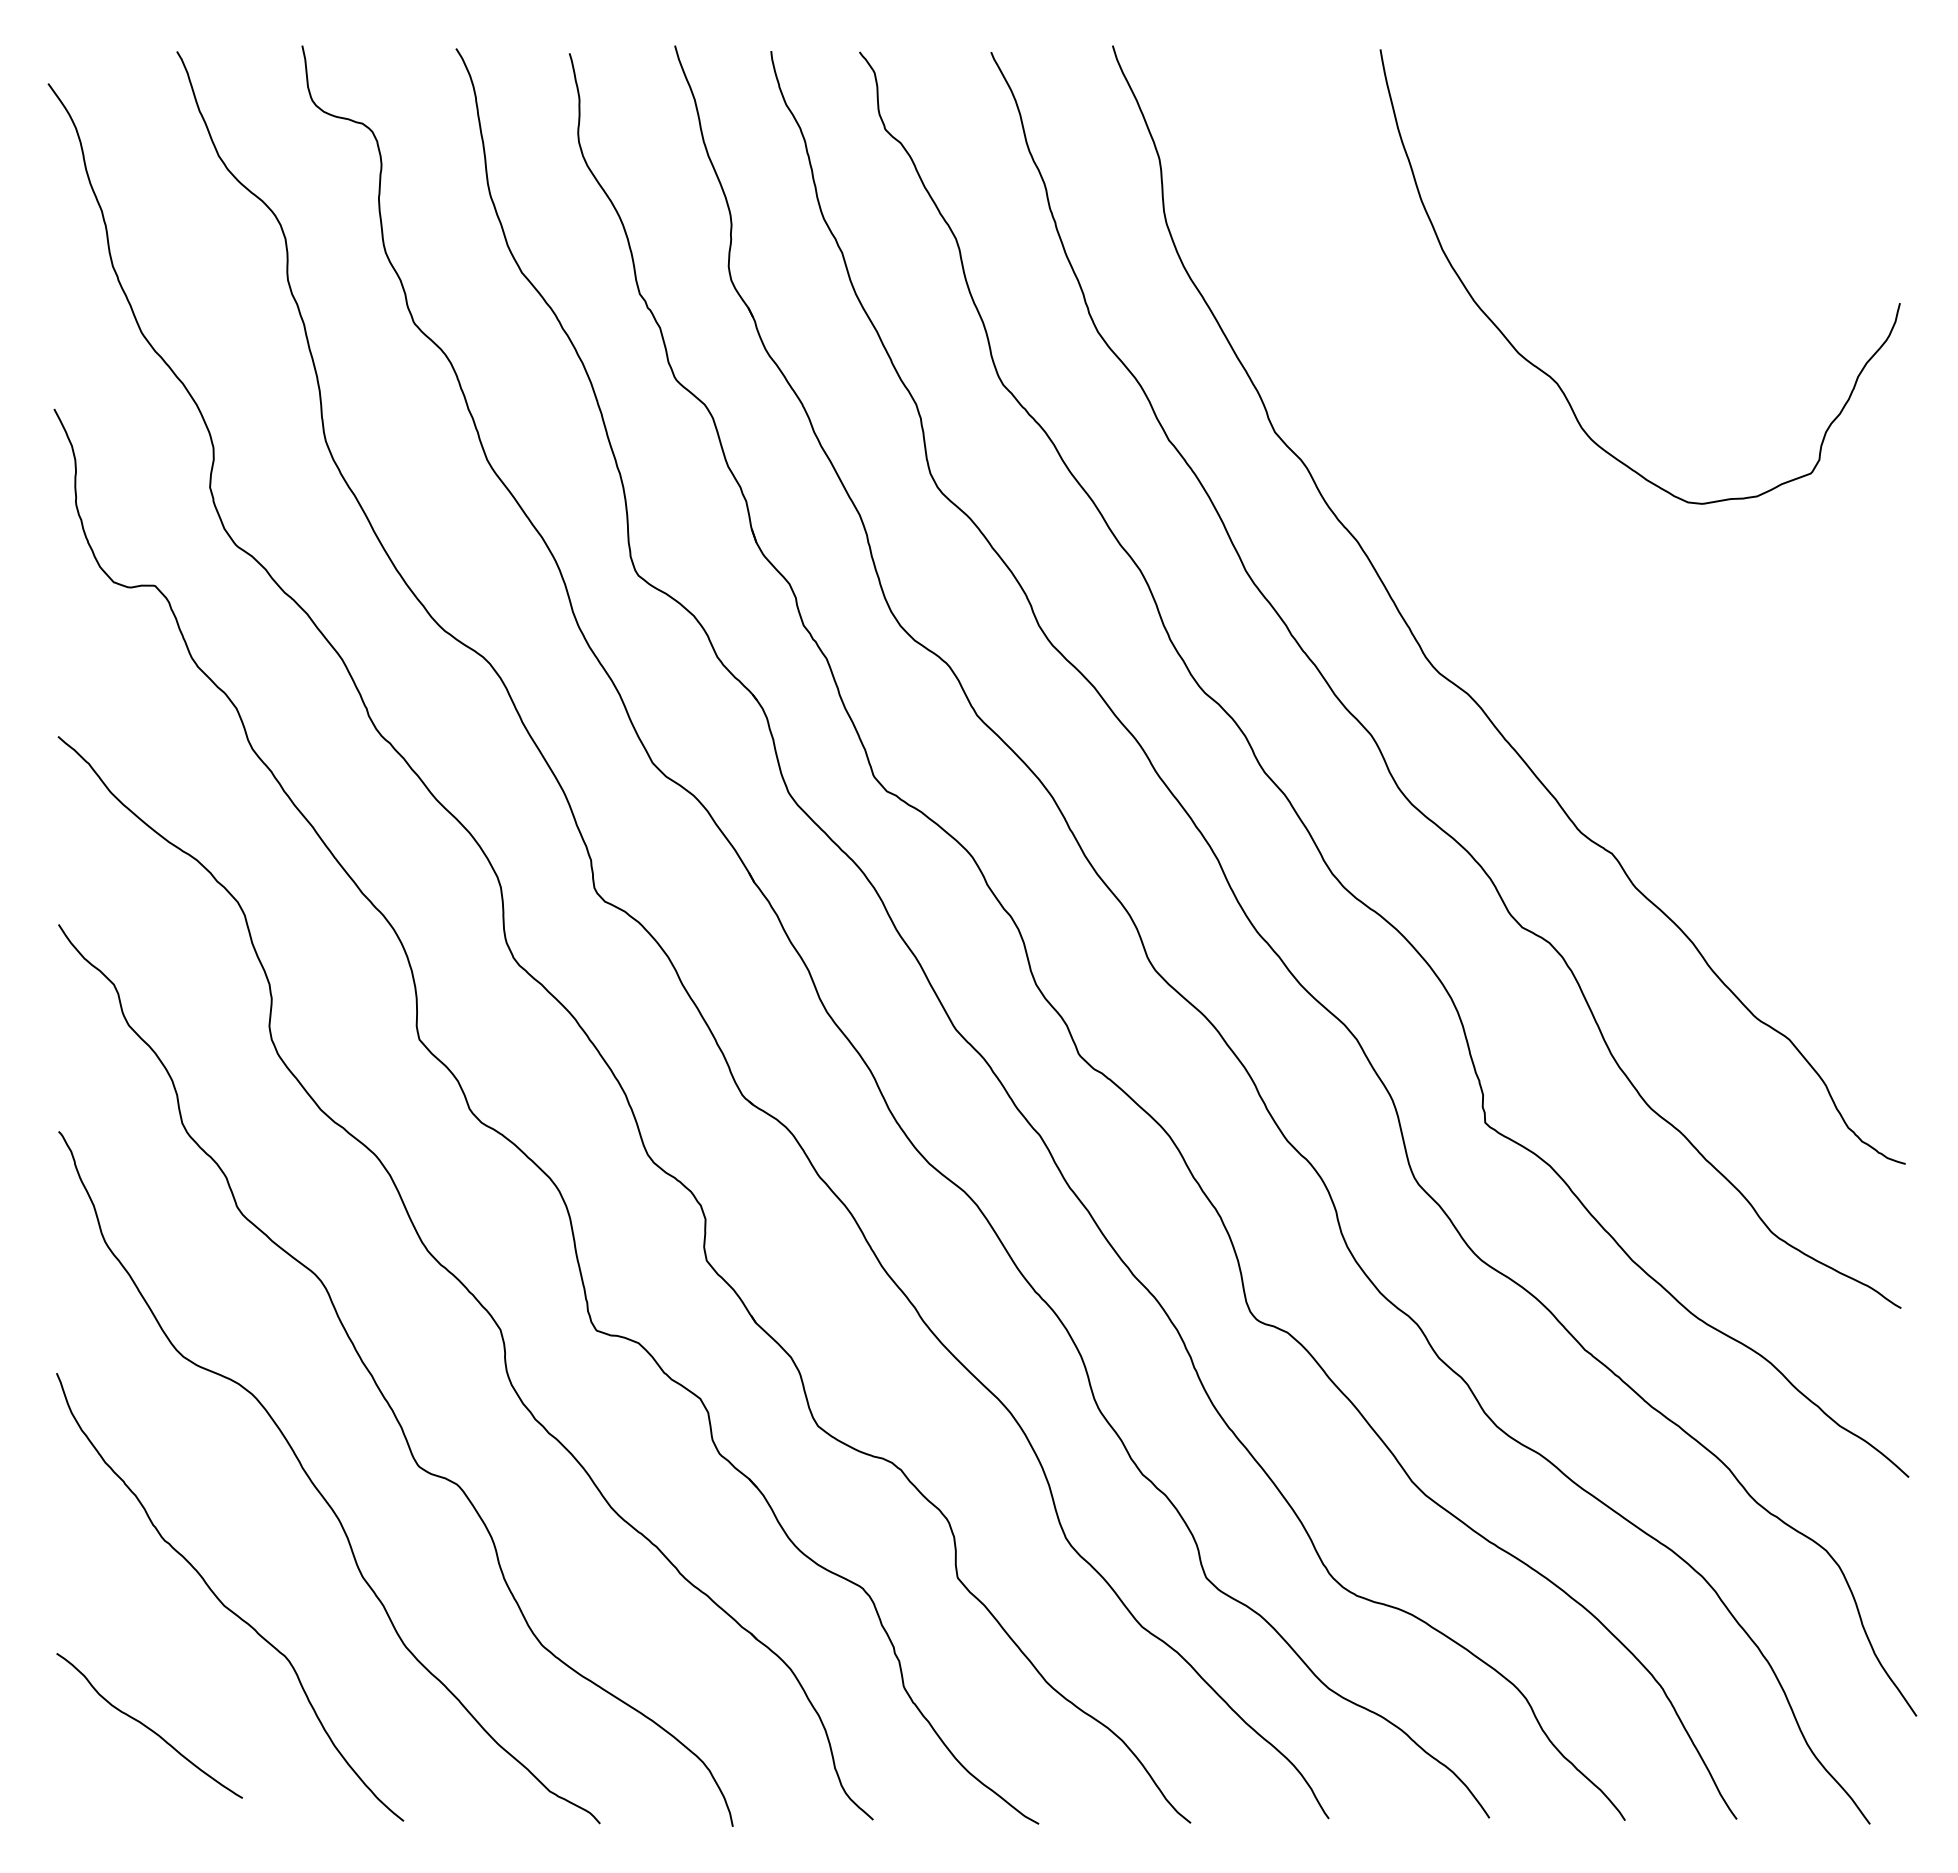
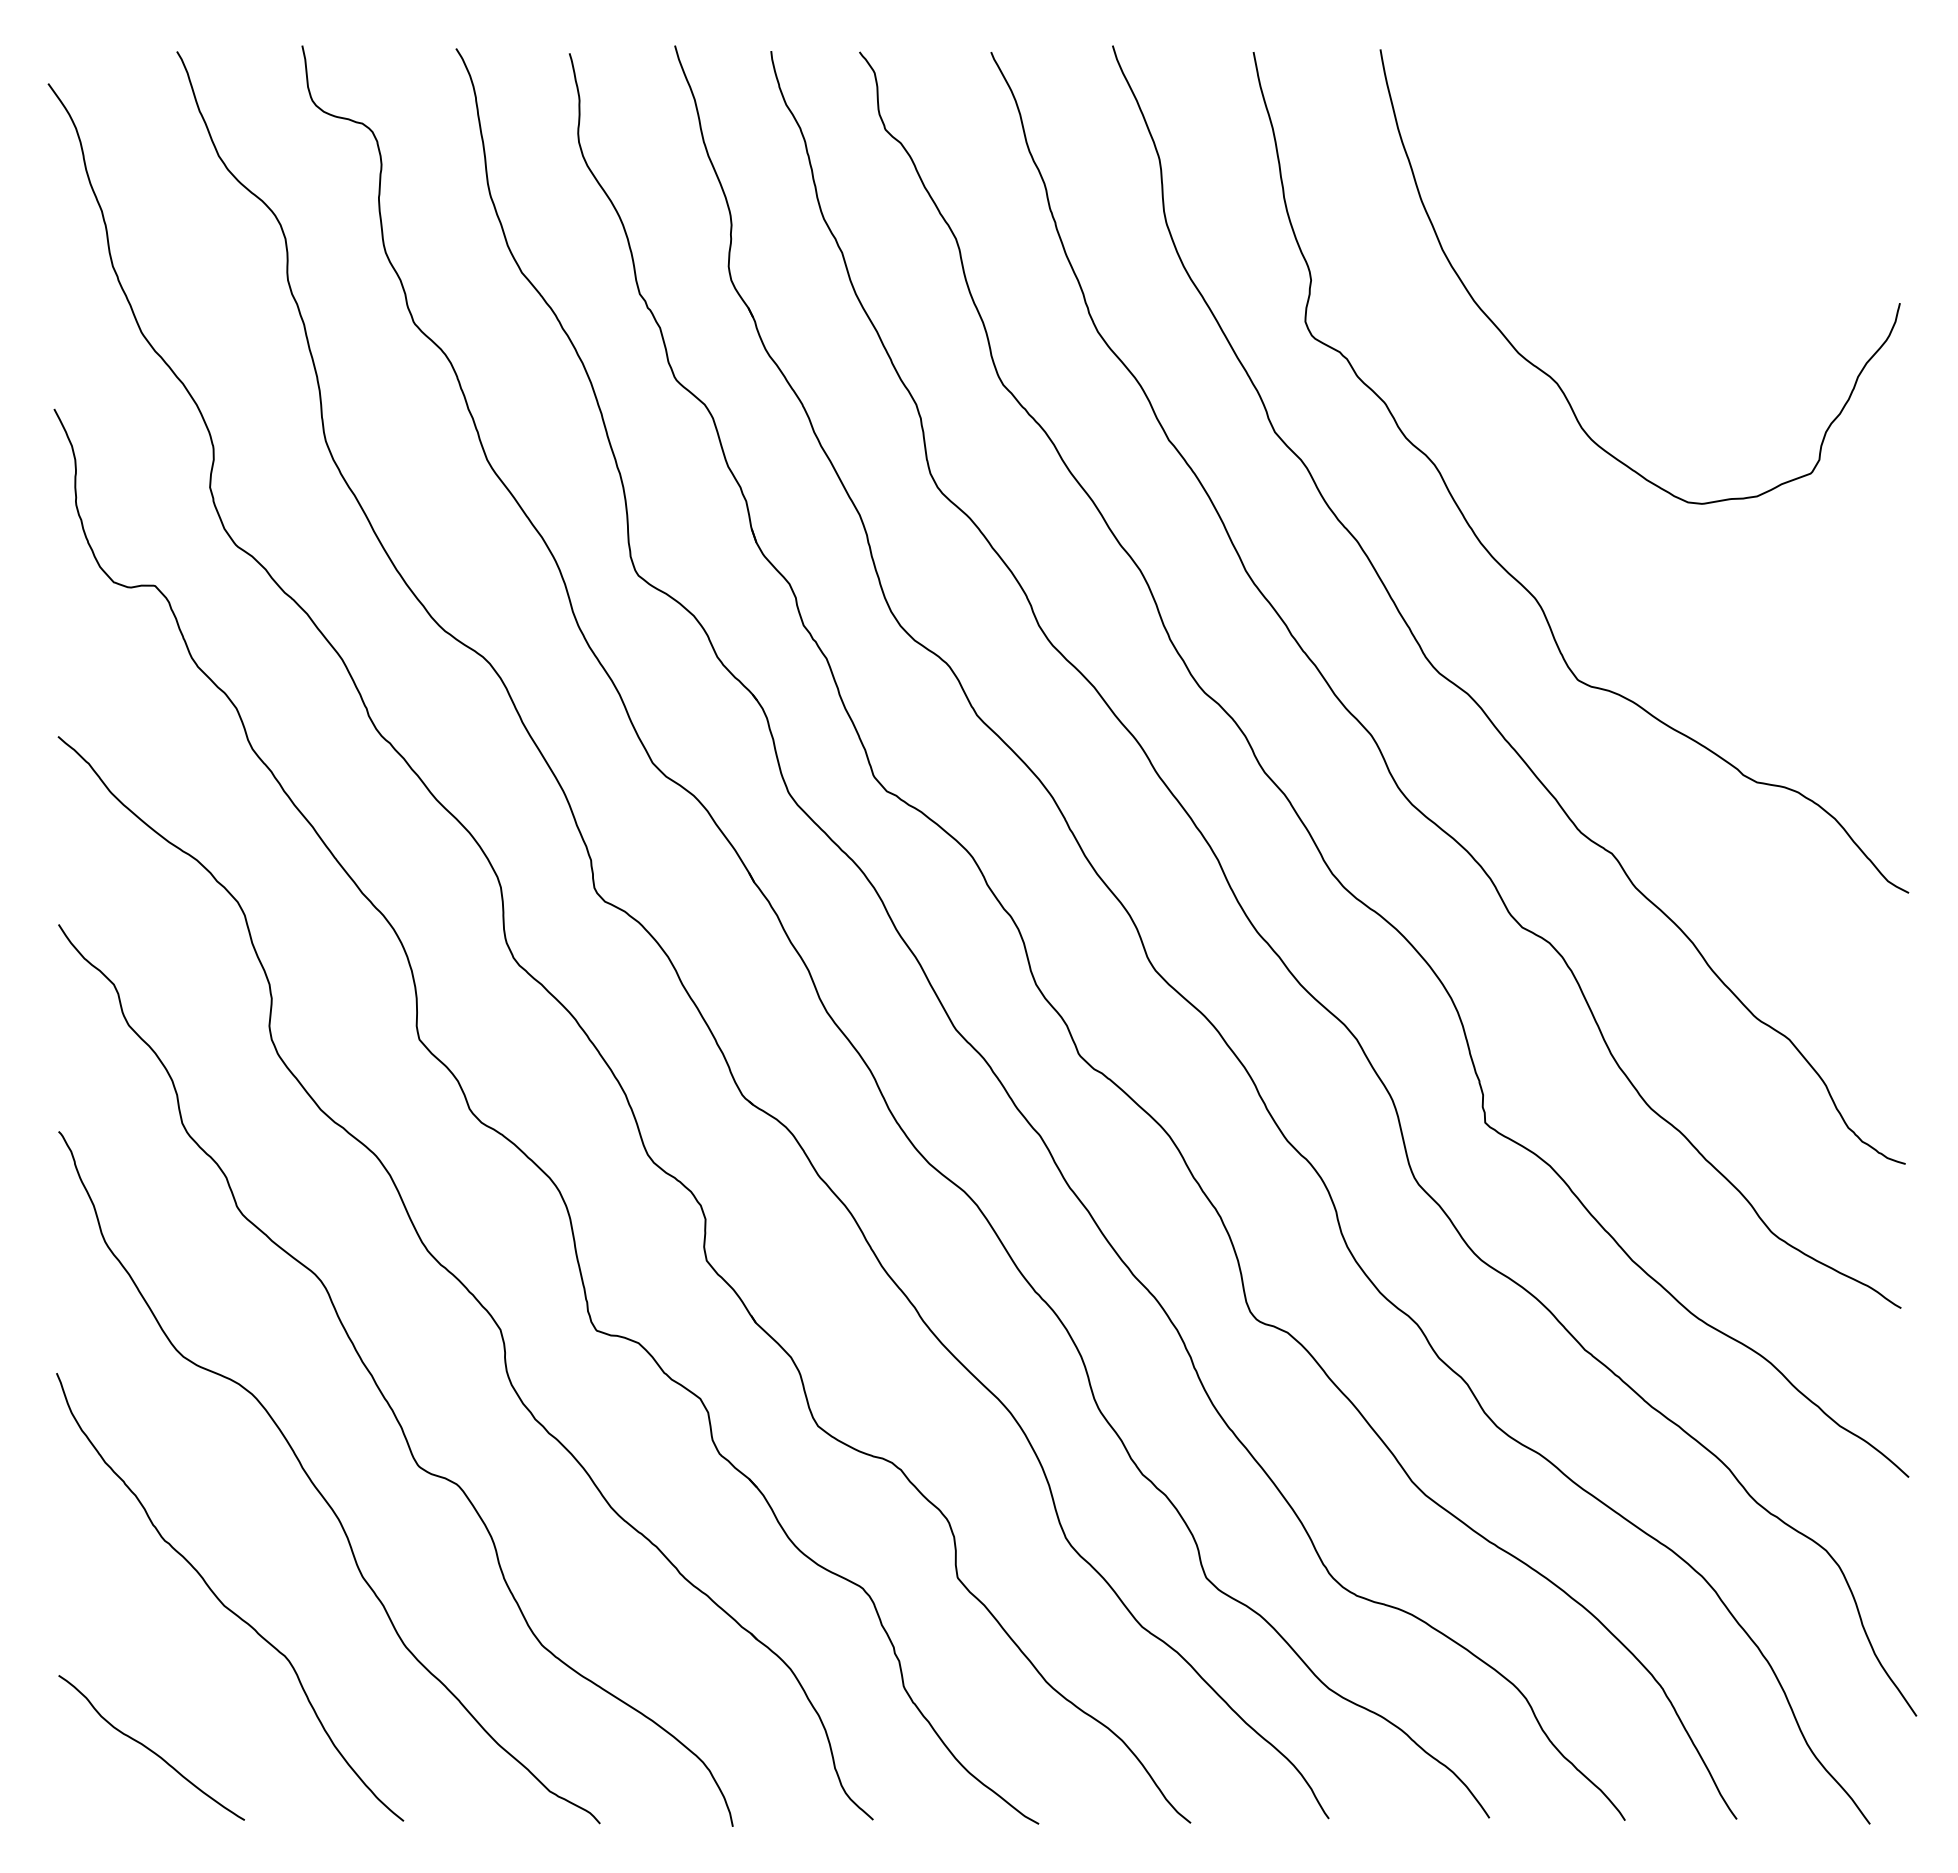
curve at (1489, 551): none -> present
curve at (149, 1727) position: (149, 1727) -> (151, 1749)
